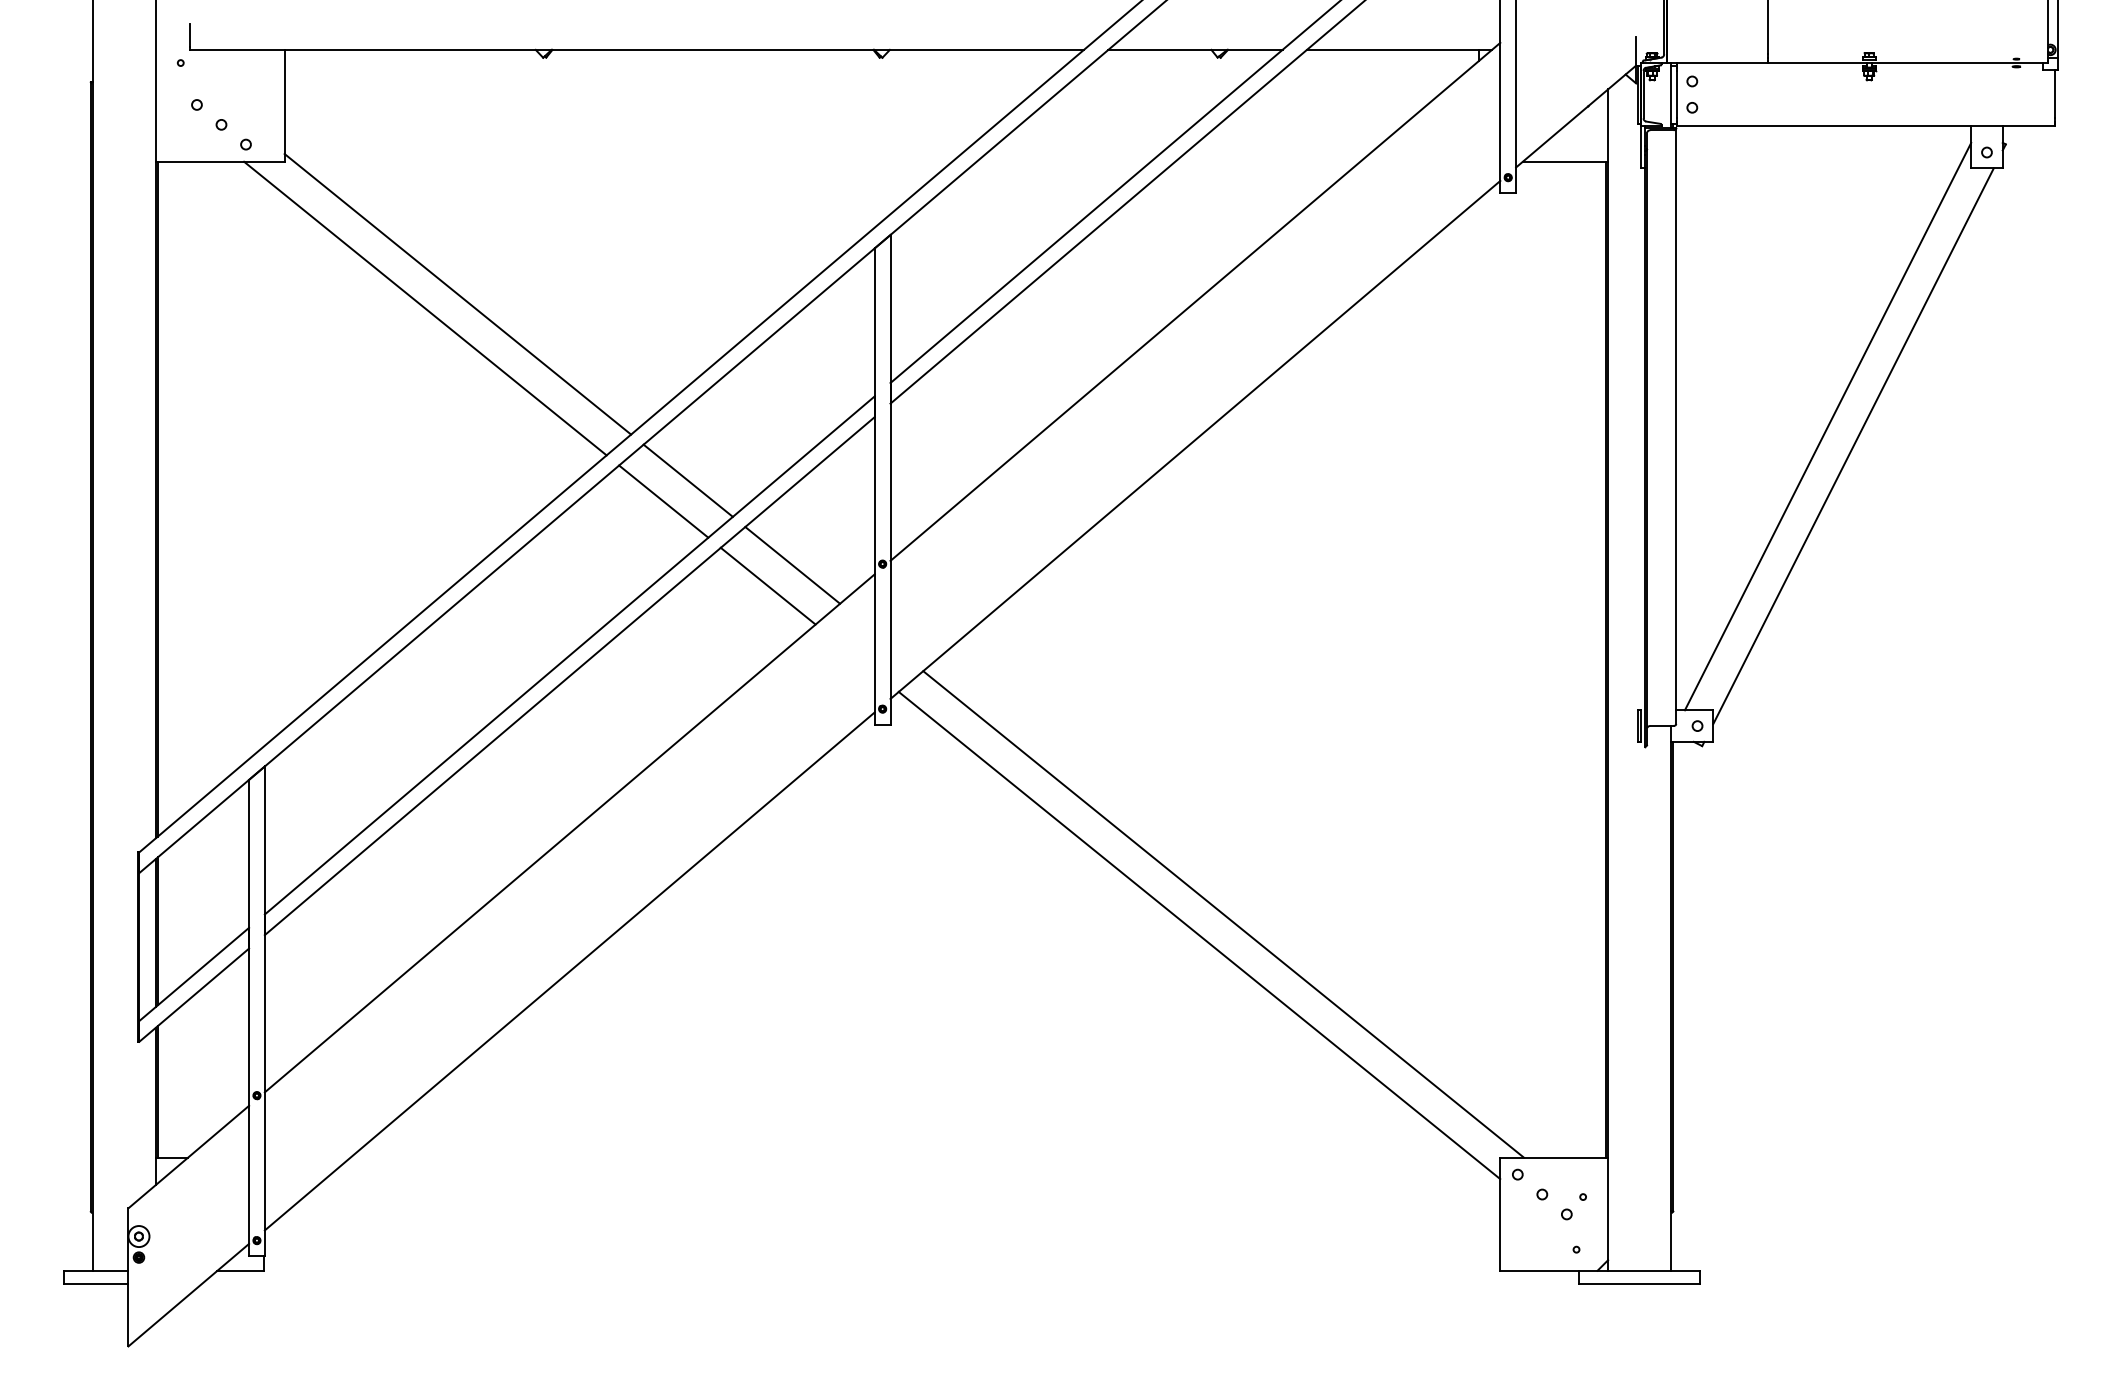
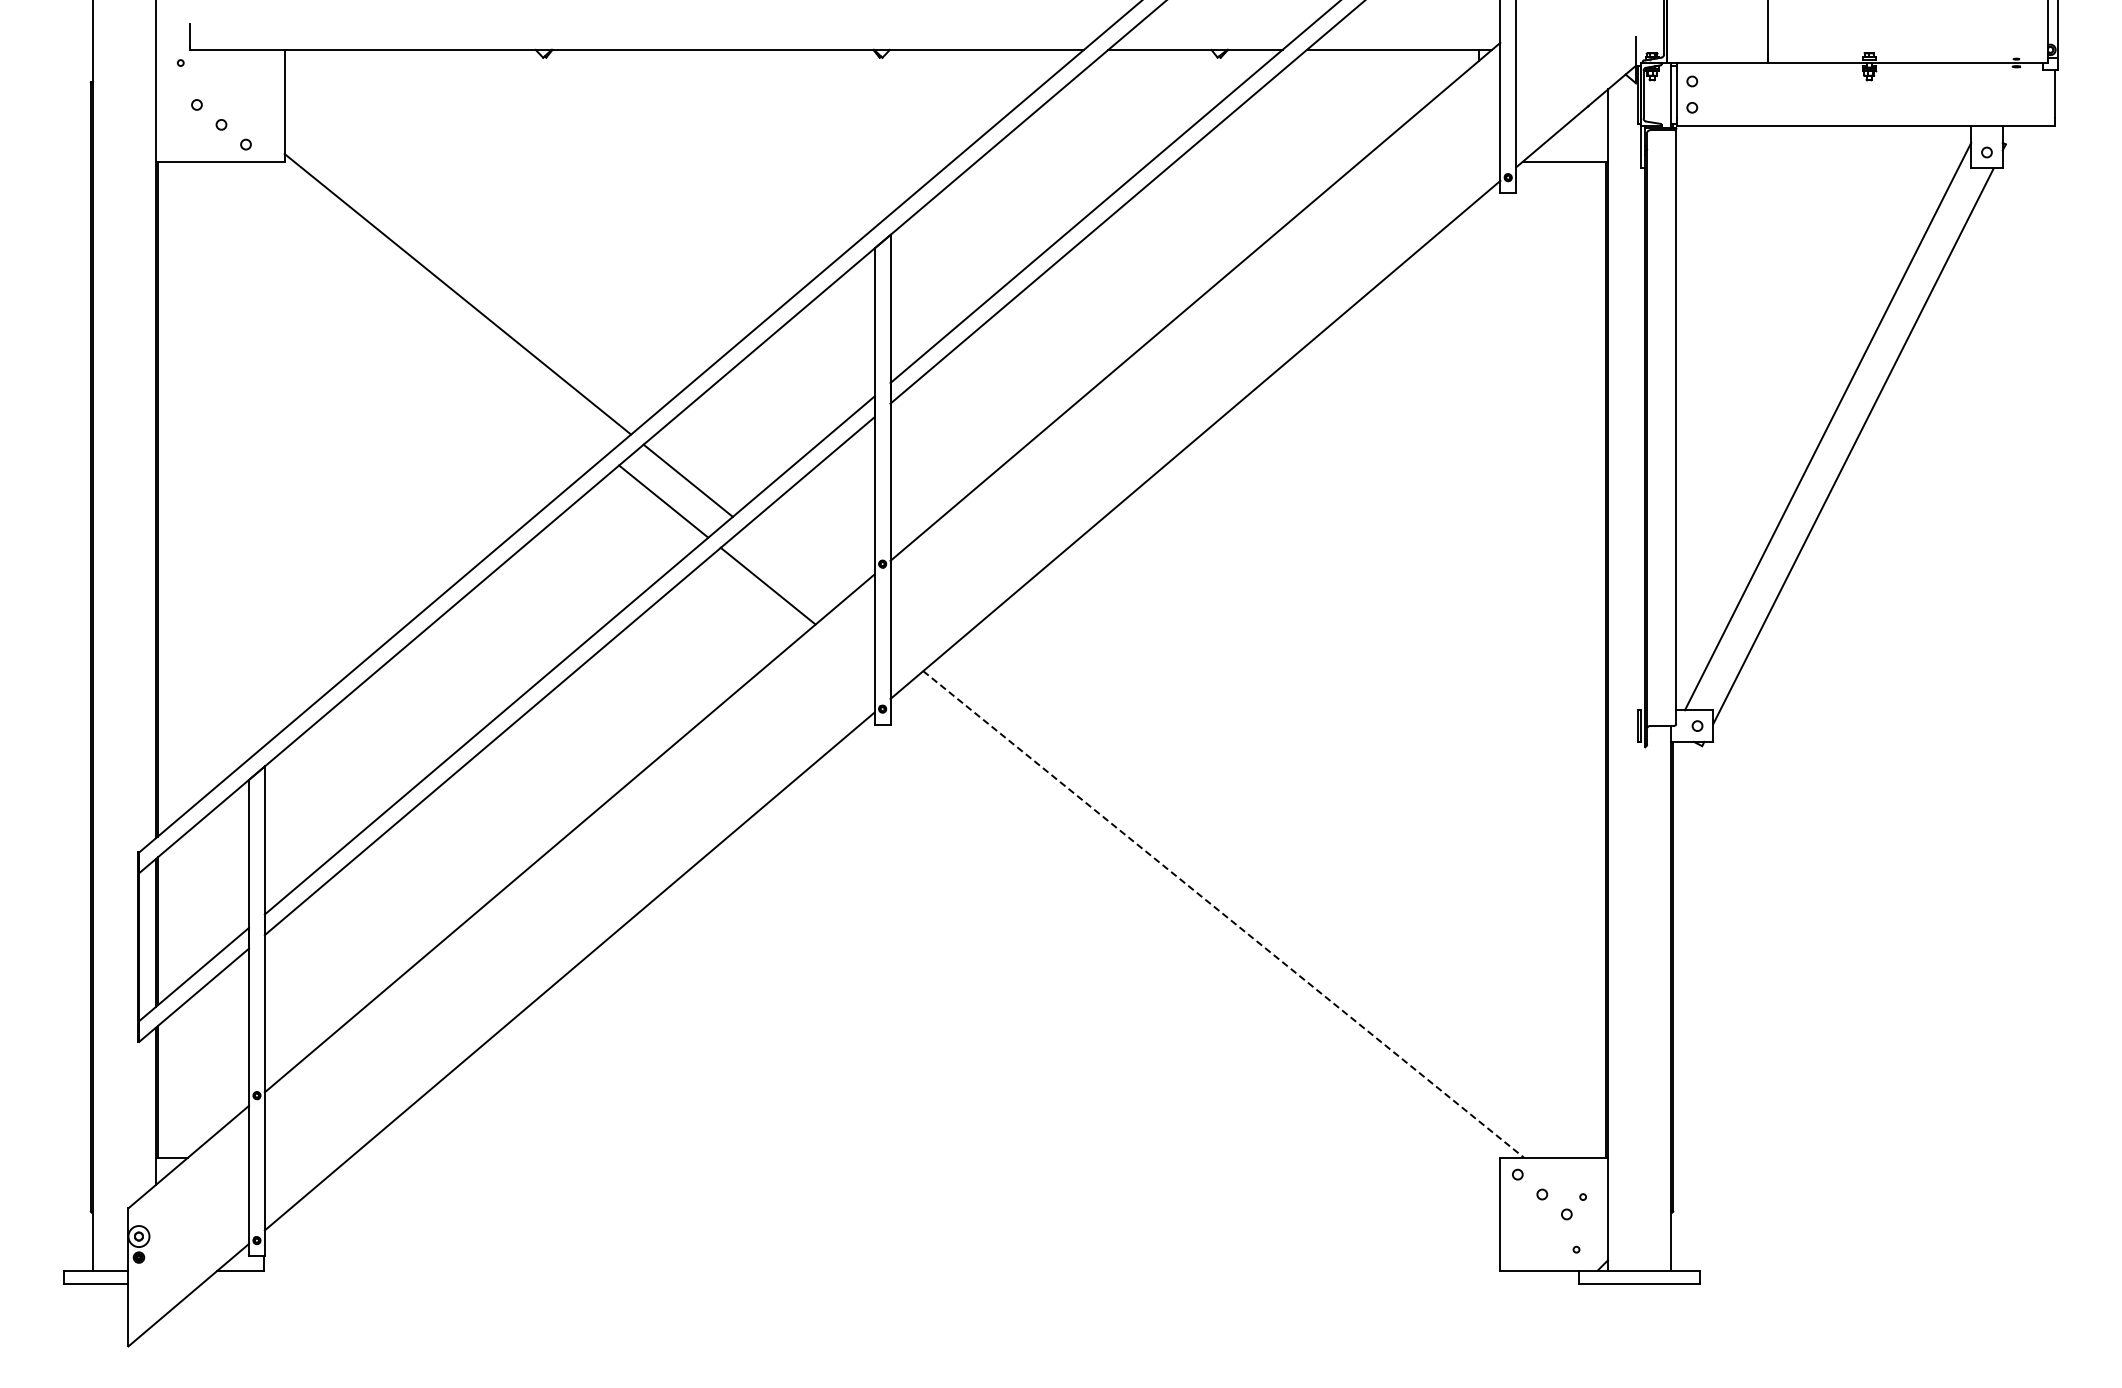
line at (425, 308): present -> none
line at (792, 564): present -> none
line at (1223, 914): solid -> dashed
line at (1199, 935): present -> none
